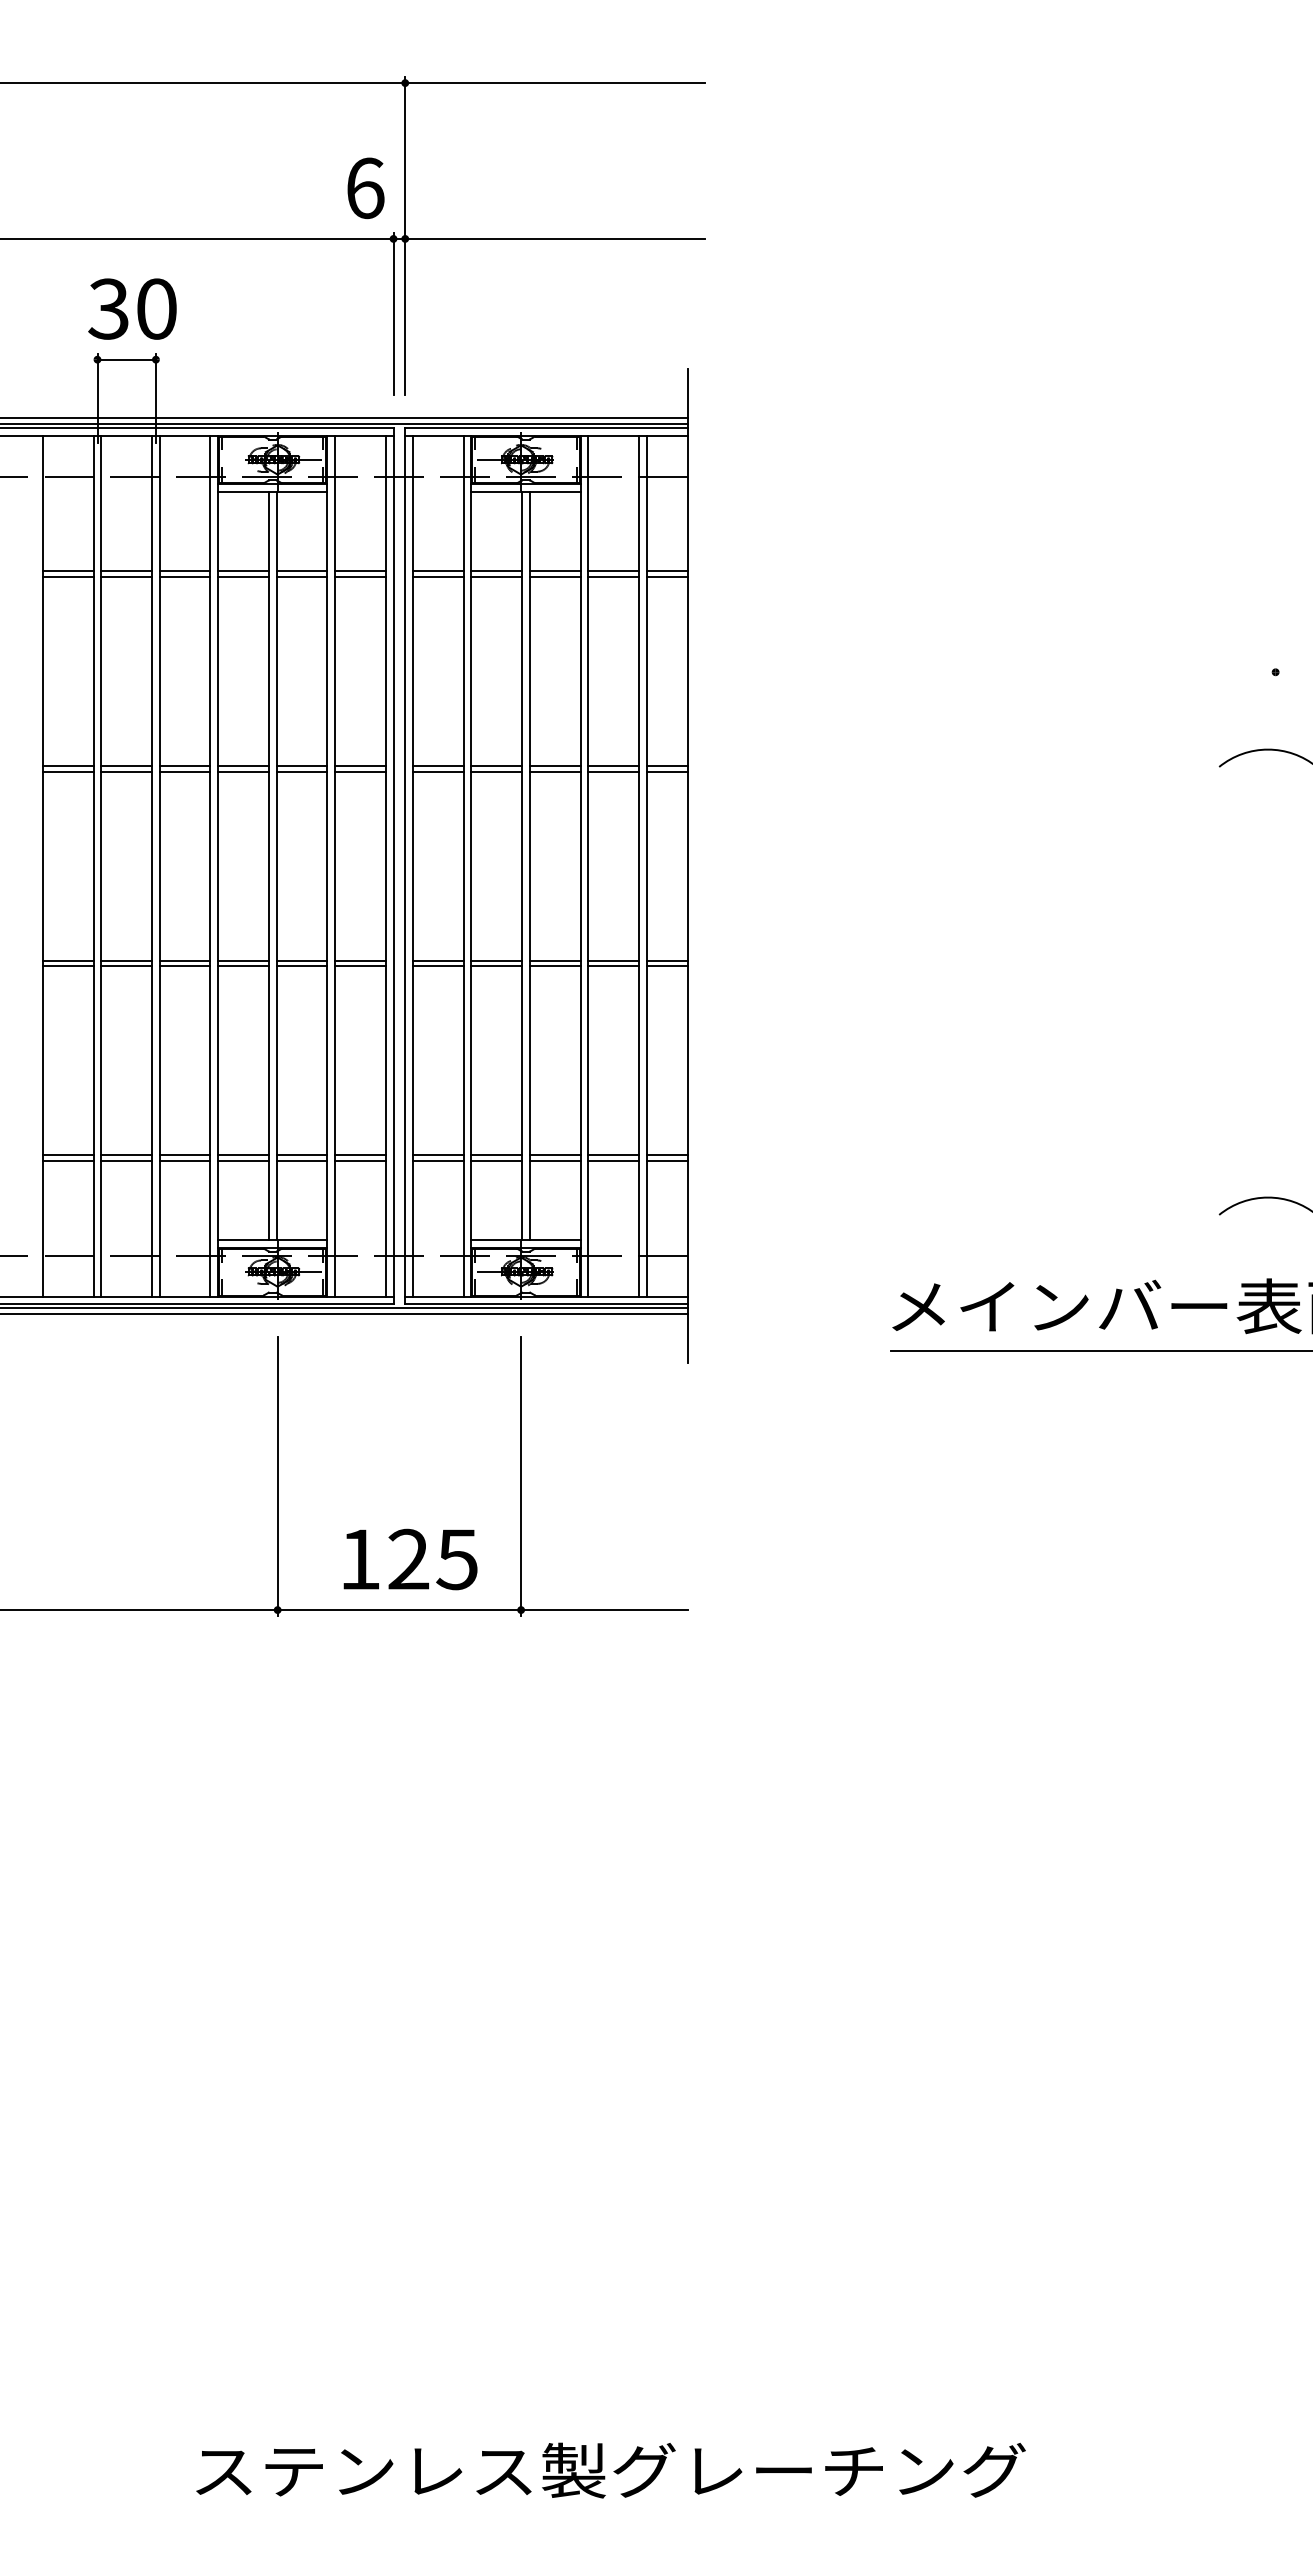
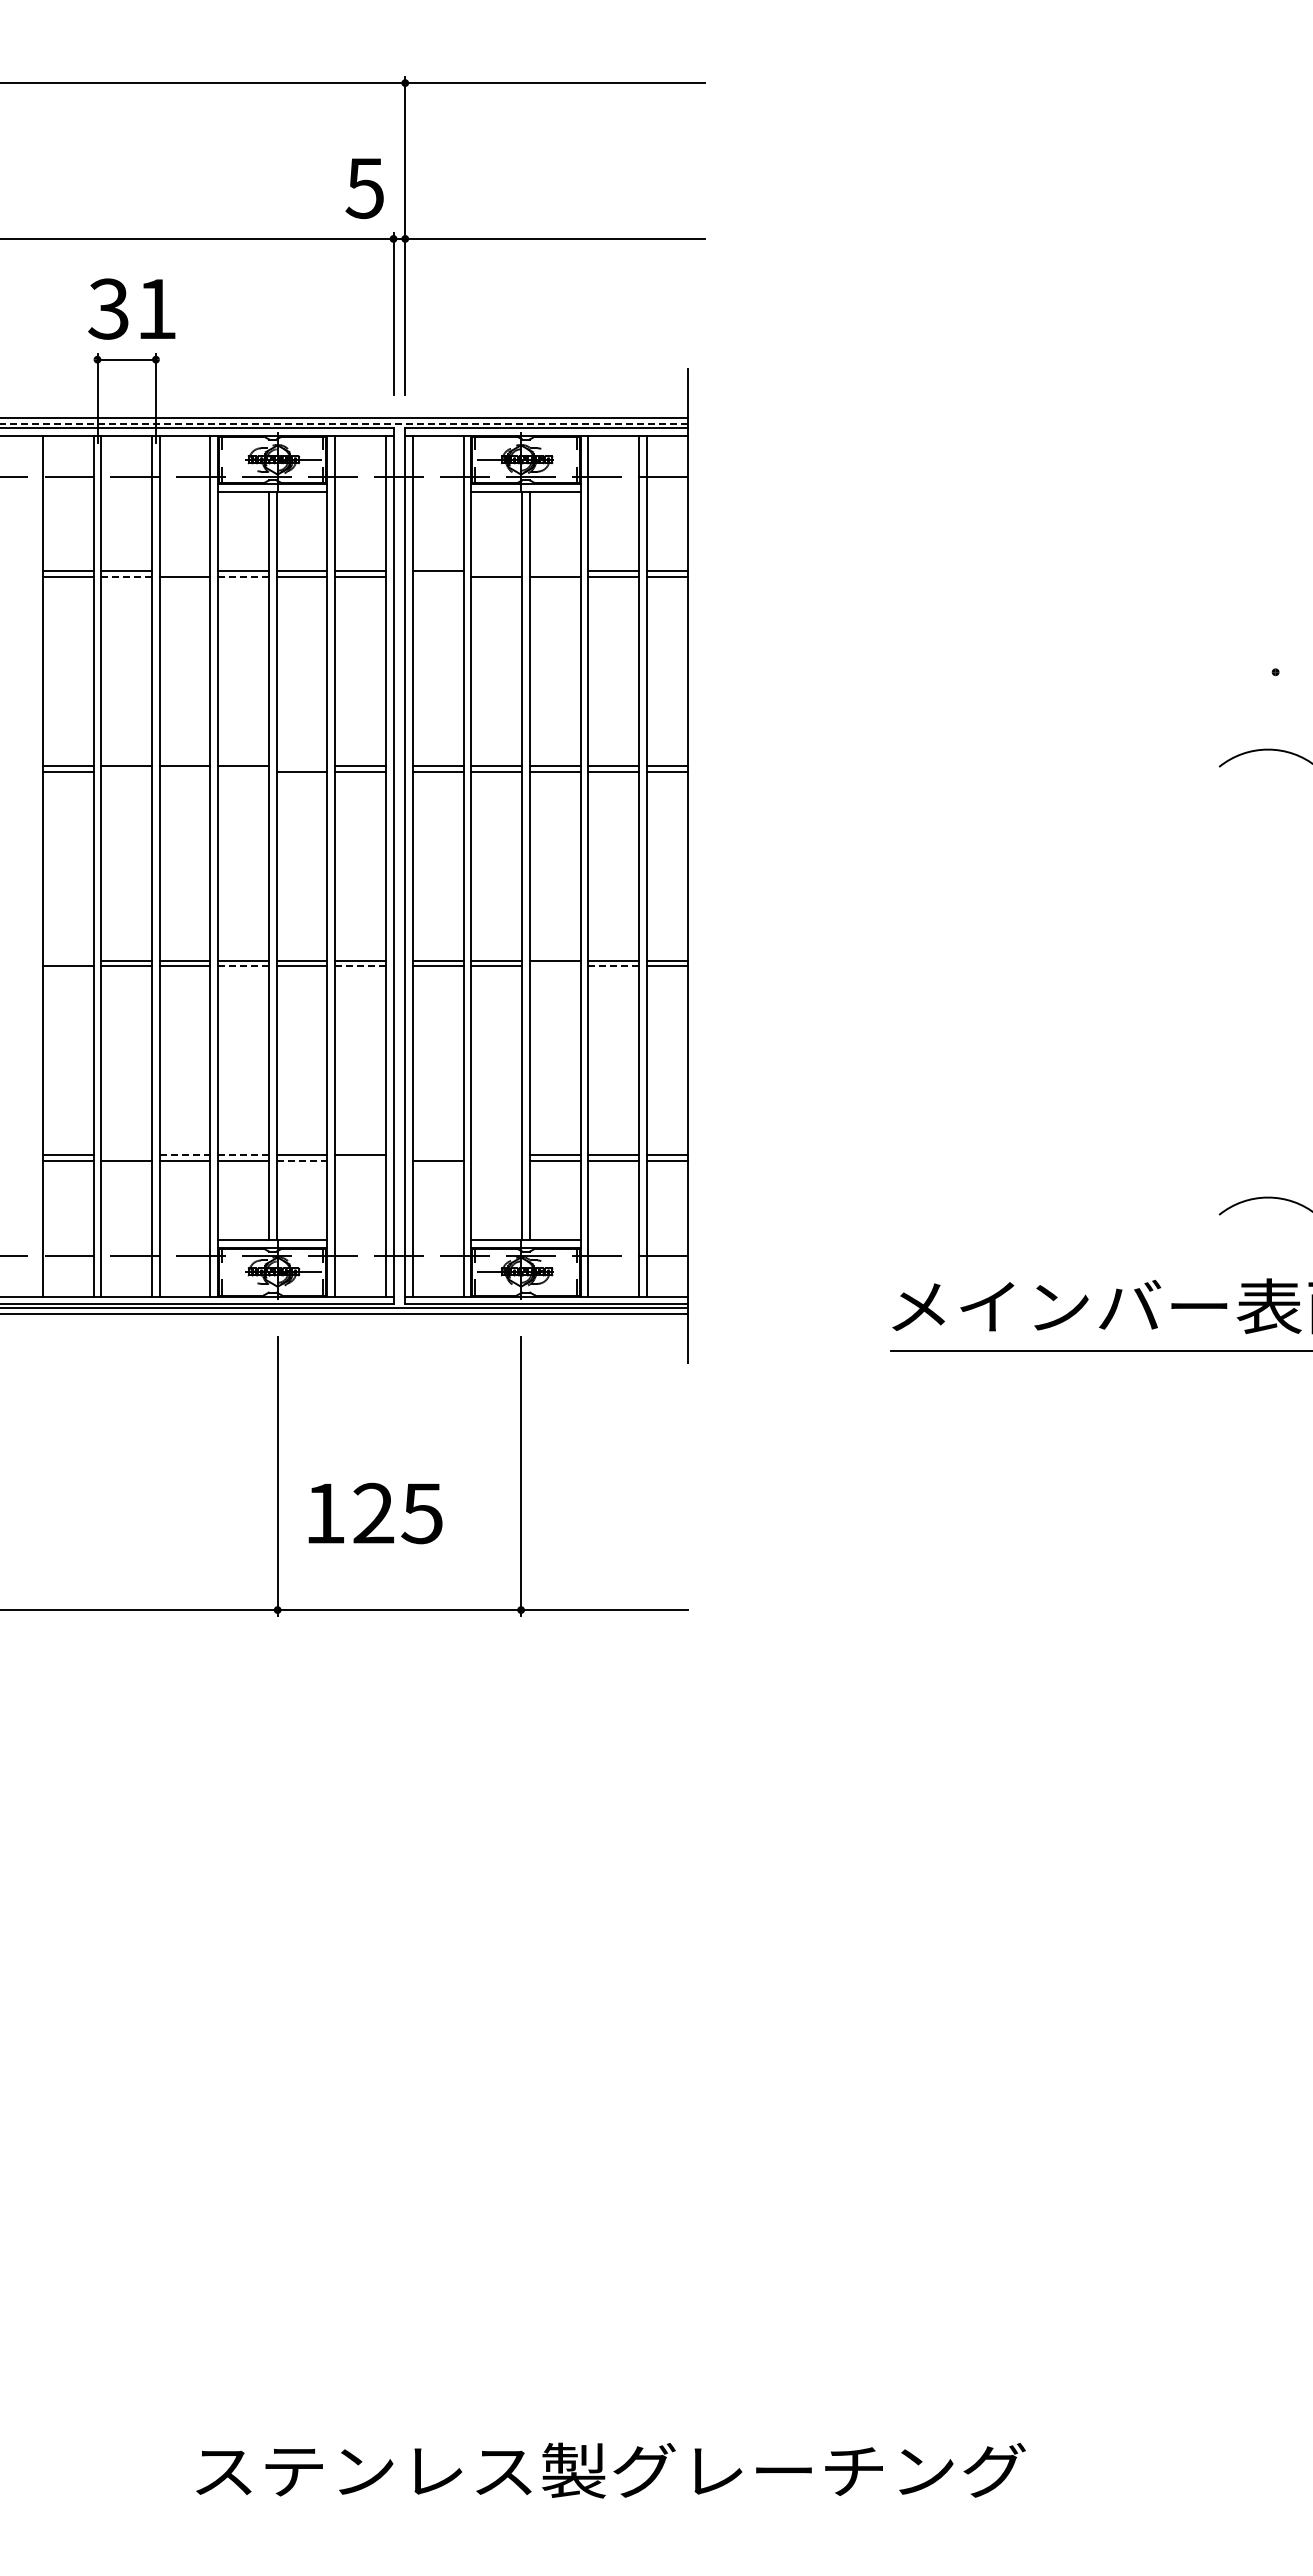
text at (364, 188): 6 -> 5
text at (156, 308): 30 -> 31
line at (343, 423): solid -> dashed
line at (184, 571): present -> none
line at (496, 571): present -> none
line at (554, 571): present -> none
line at (127, 576): solid -> dashed
line at (244, 576): solid -> dashed
line at (438, 576): present -> none
line at (301, 765): present -> none
line at (126, 771): present -> none
line at (184, 771): present -> none
line at (243, 771): present -> none
line at (67, 960): present -> none
line at (244, 966): solid -> dashed
line at (360, 966): solid -> dashed
line at (554, 966): present -> none
line at (614, 966): solid -> dashed
line at (126, 1155): present -> none
line at (185, 1155): solid -> dashed
line at (244, 1155): solid -> dashed
line at (438, 1155): present -> none
line at (496, 1155): present -> none
line at (302, 1161): solid -> dashed
line at (360, 1161): present -> none
line at (496, 1161): present -> none
text at (410, 1559) position: (410, 1559) -> (375, 1513)
